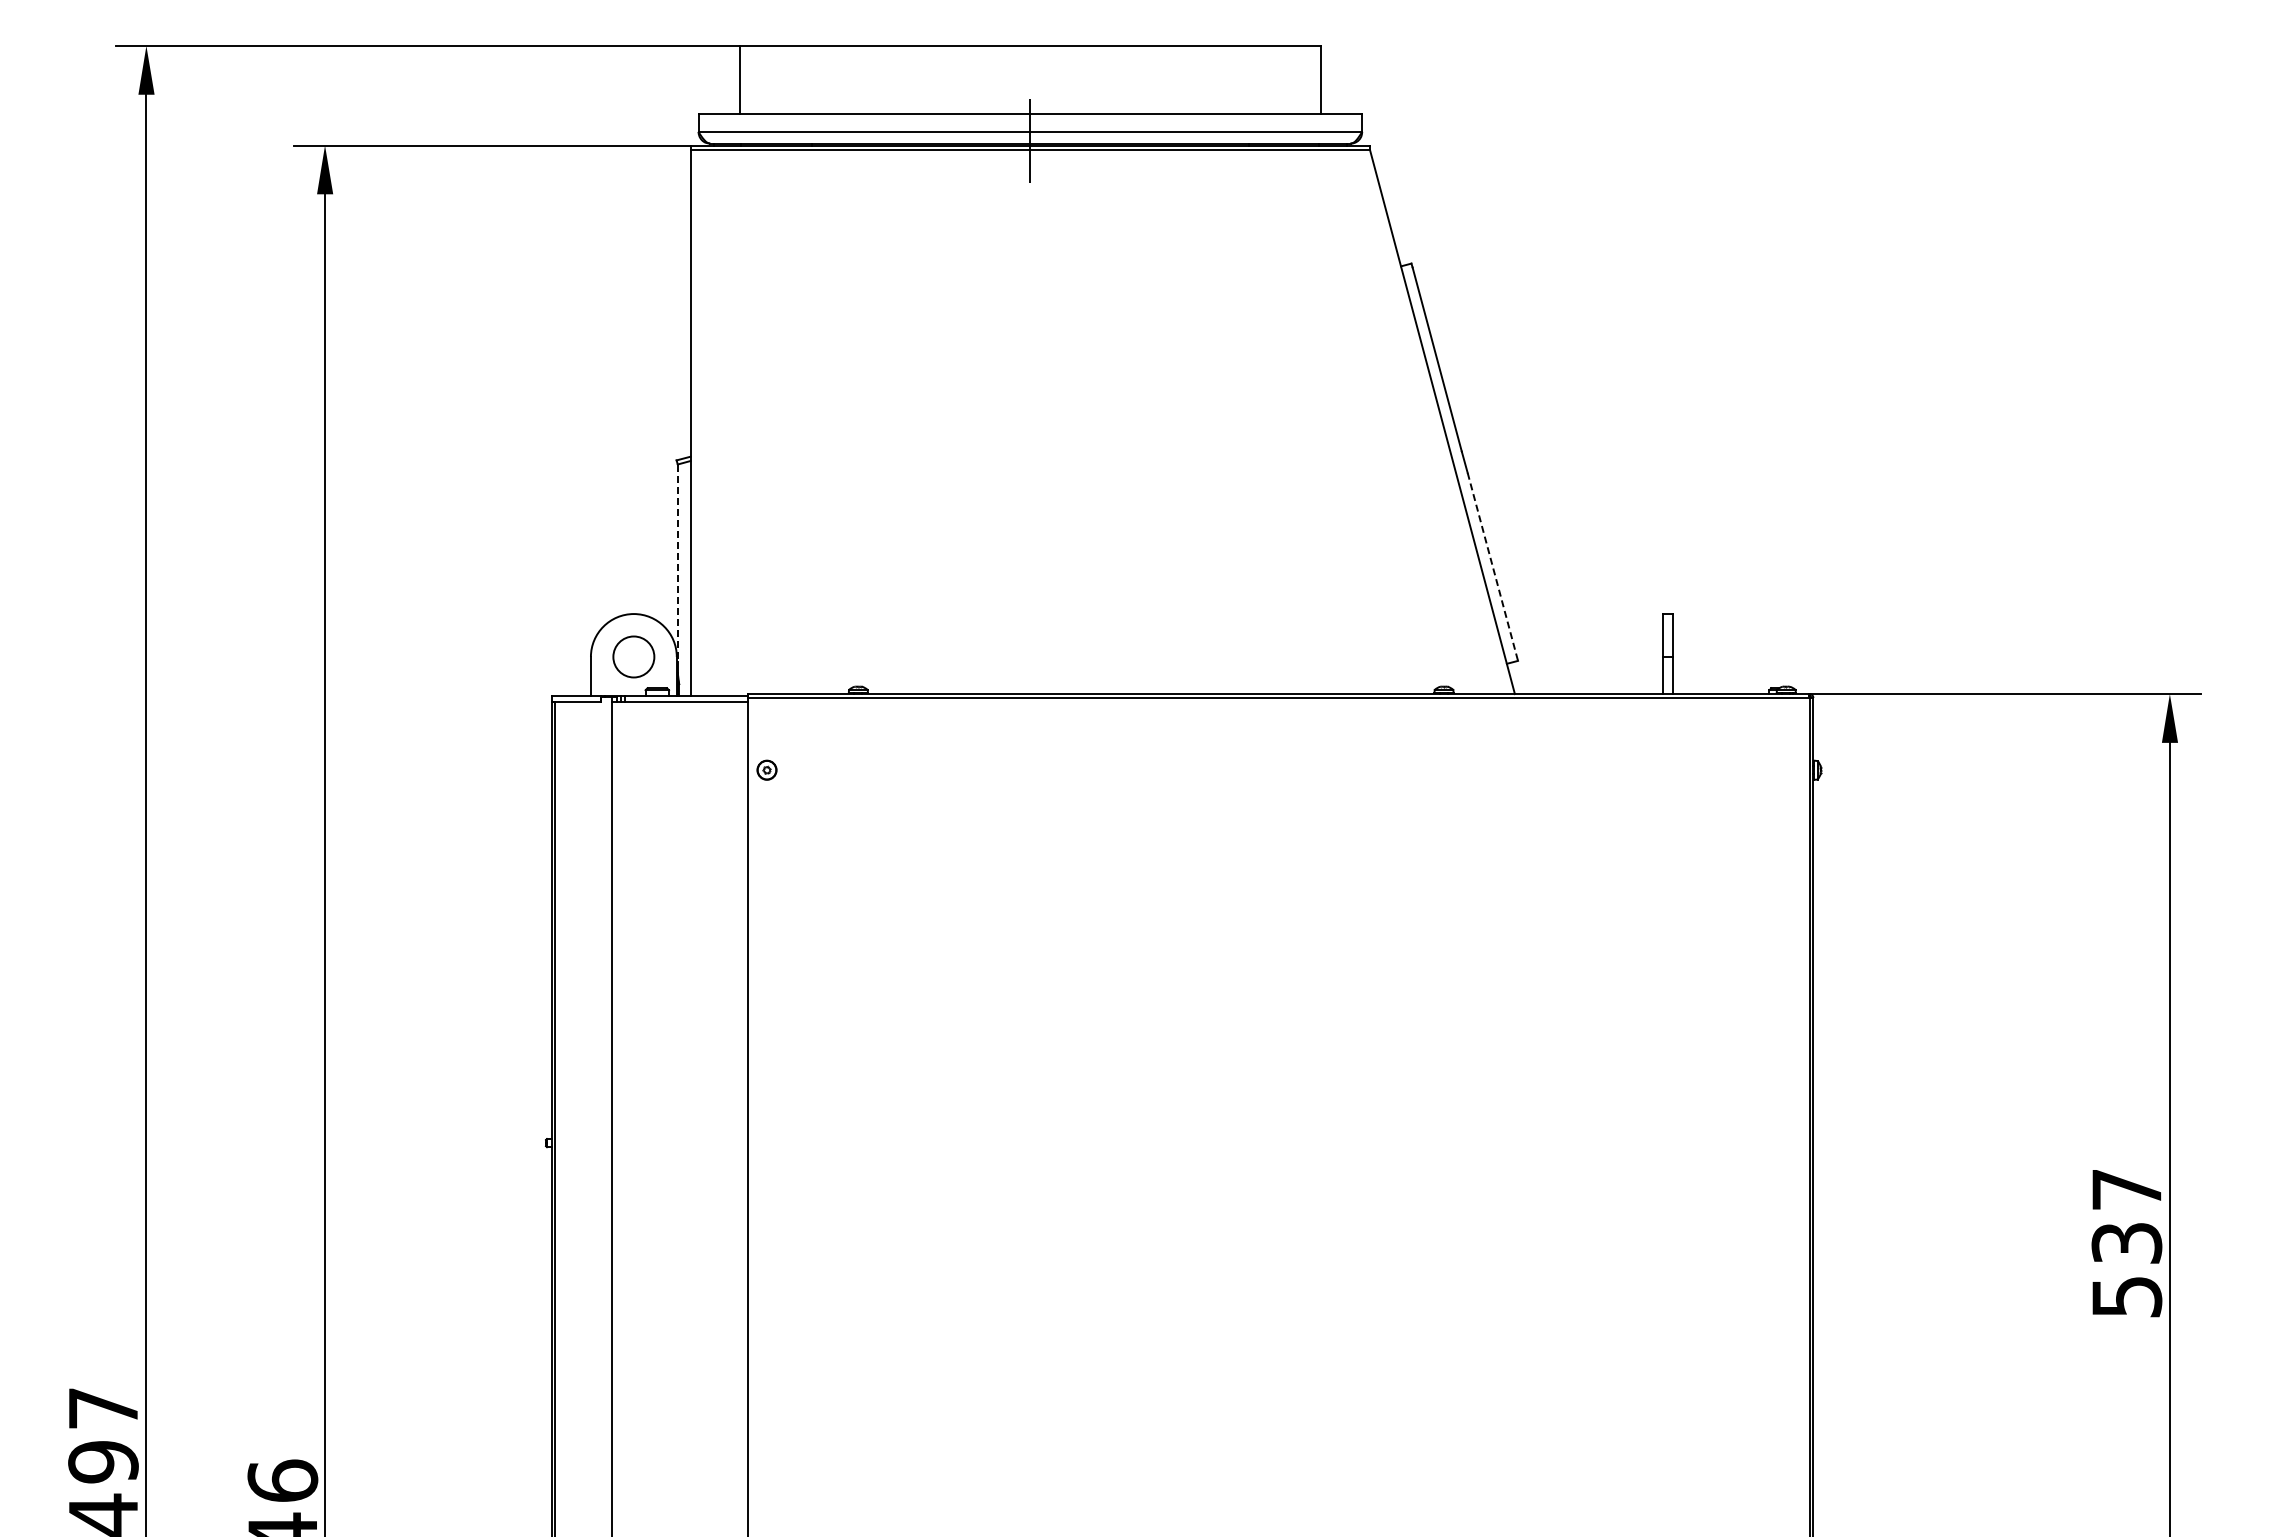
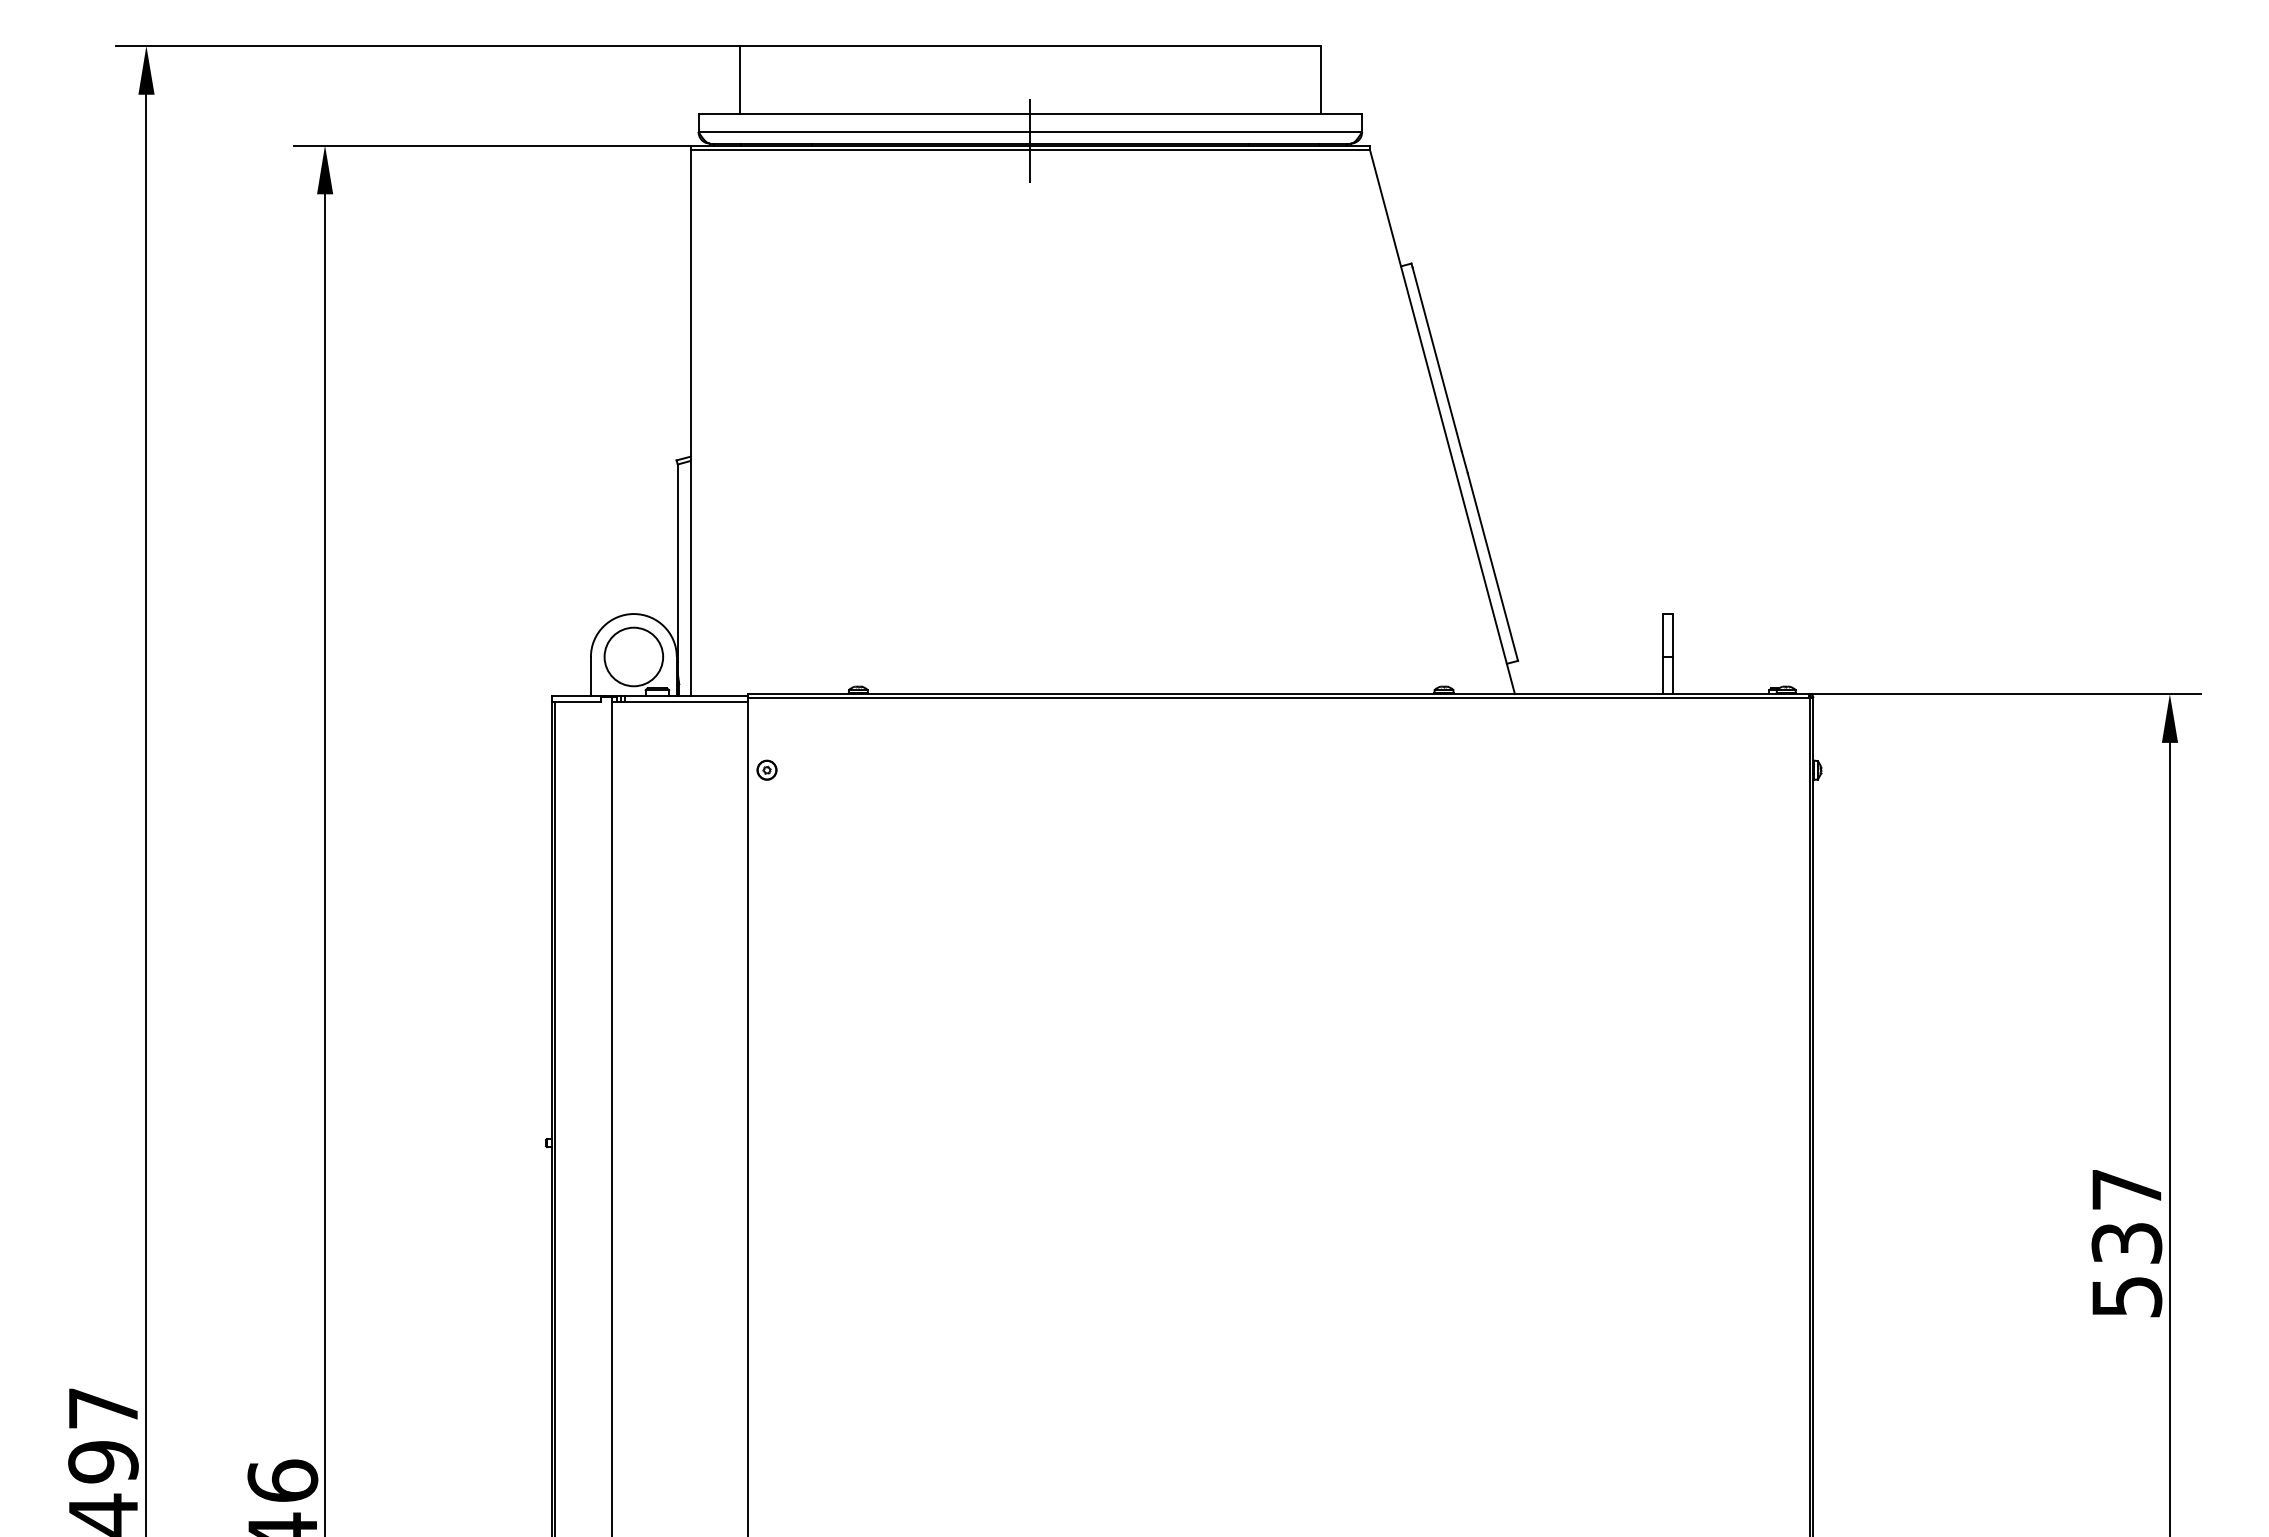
line at (677, 563): dashed -> solid
line at (1492, 567): dashed -> solid
circle at (633, 656) diameter: 41 px -> 59 px
